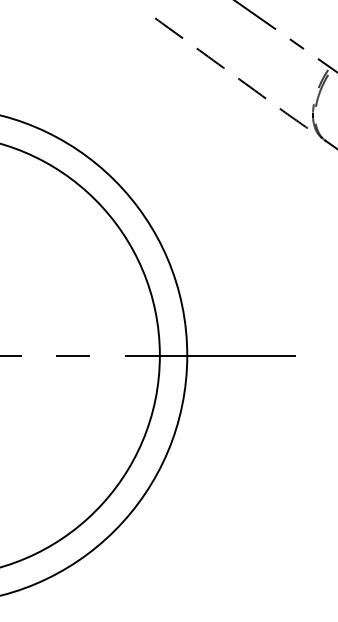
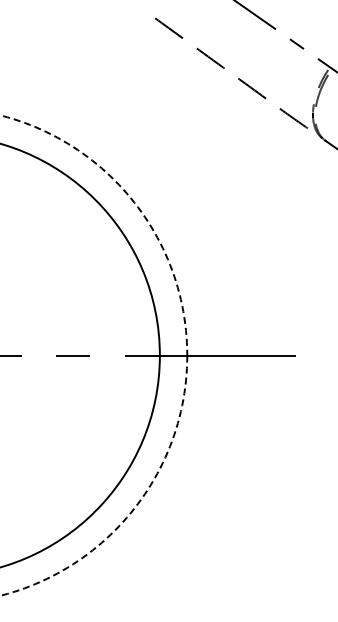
circle at (93, 355): solid -> dashed
